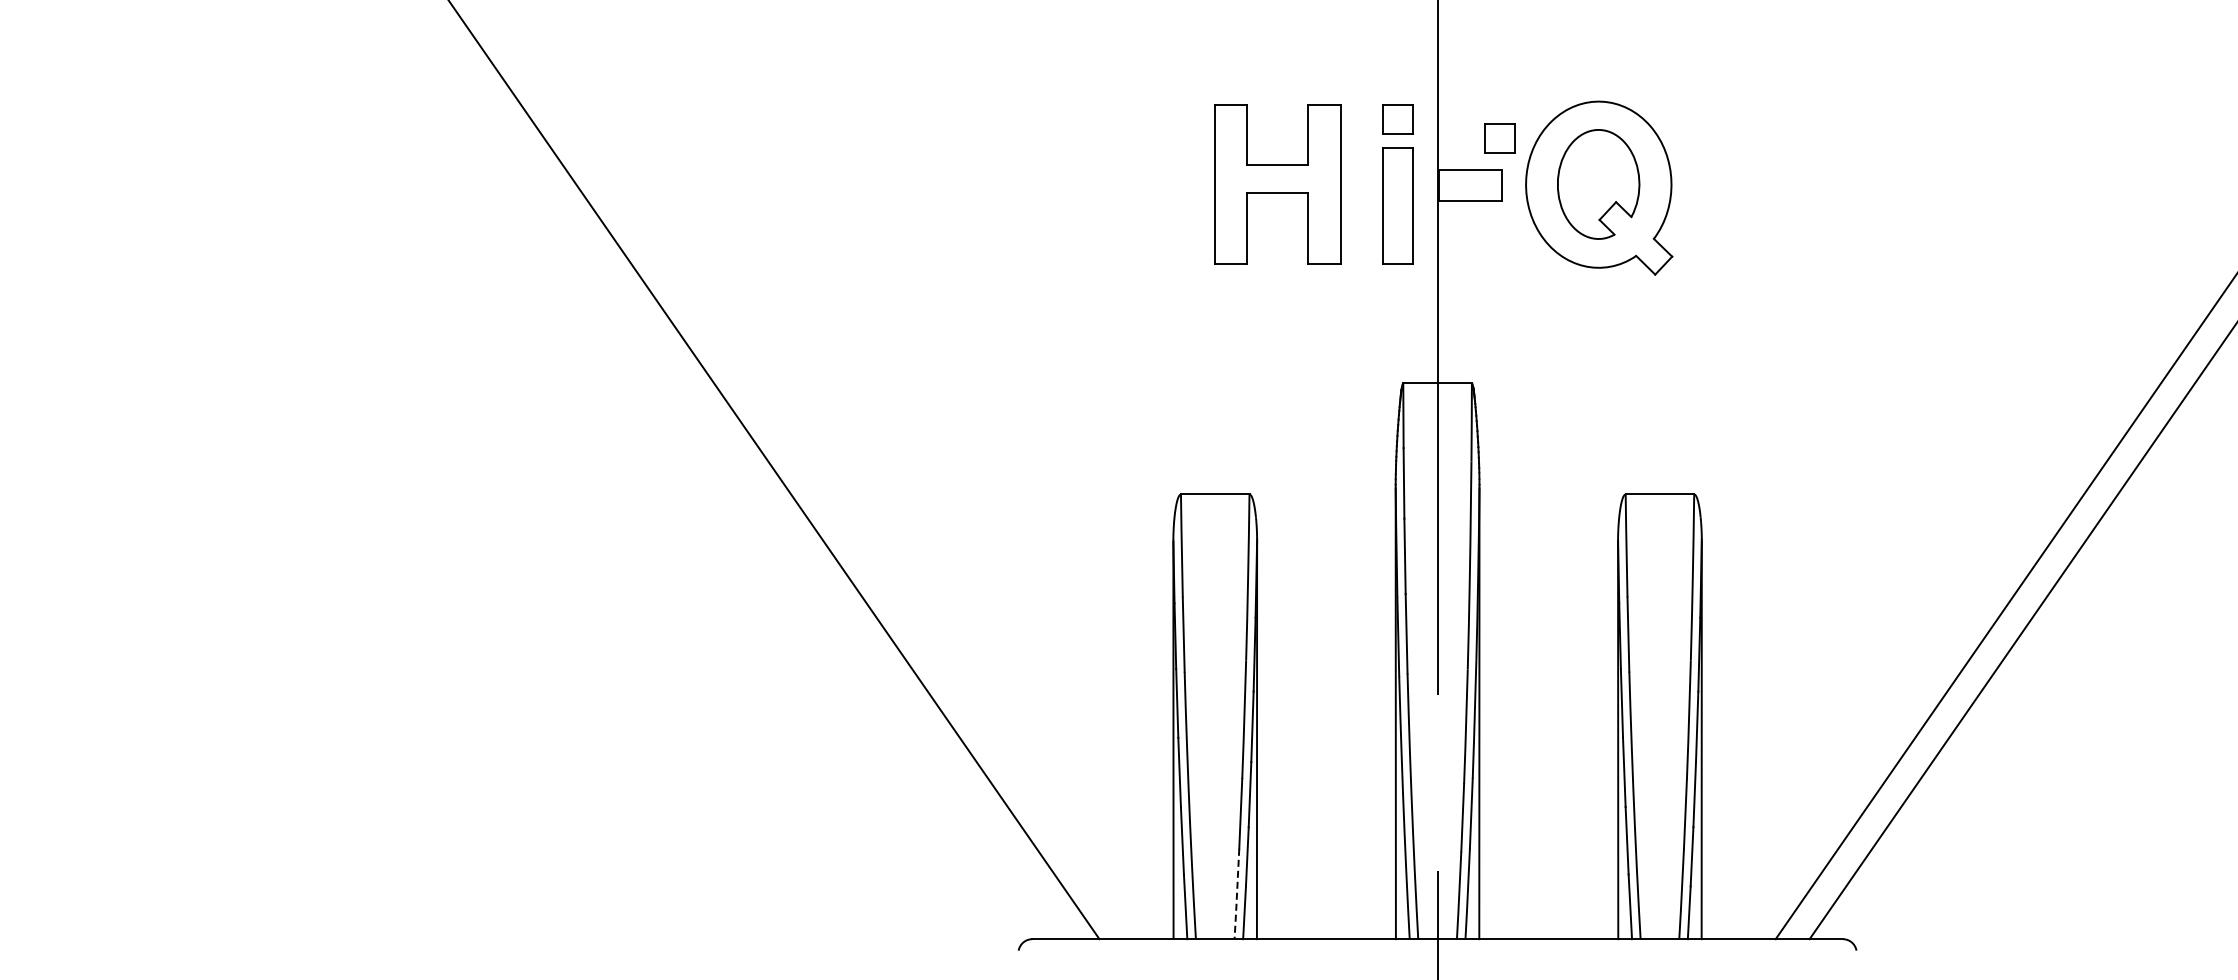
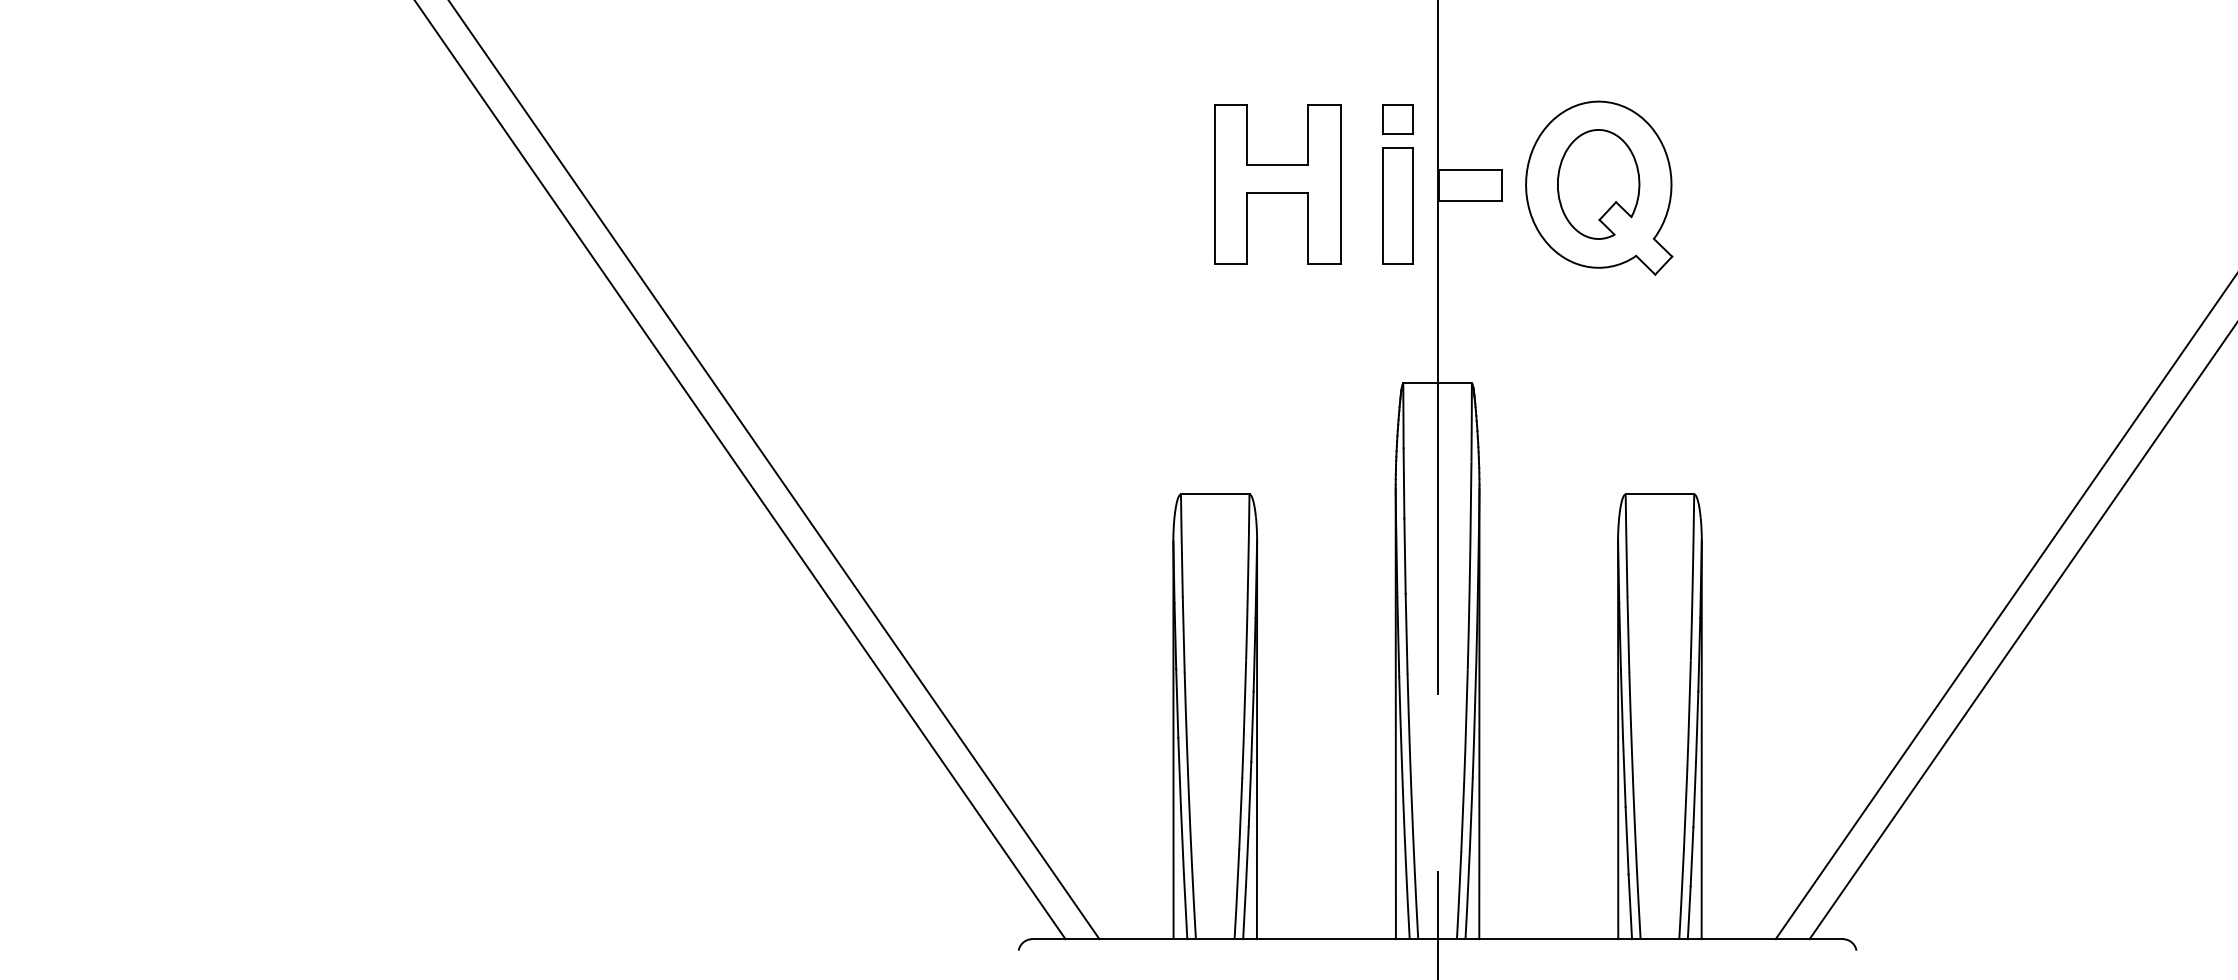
part at (1499, 138): present -> none
line at (740, 470): none -> present
line at (1236, 895): dashed -> solid
